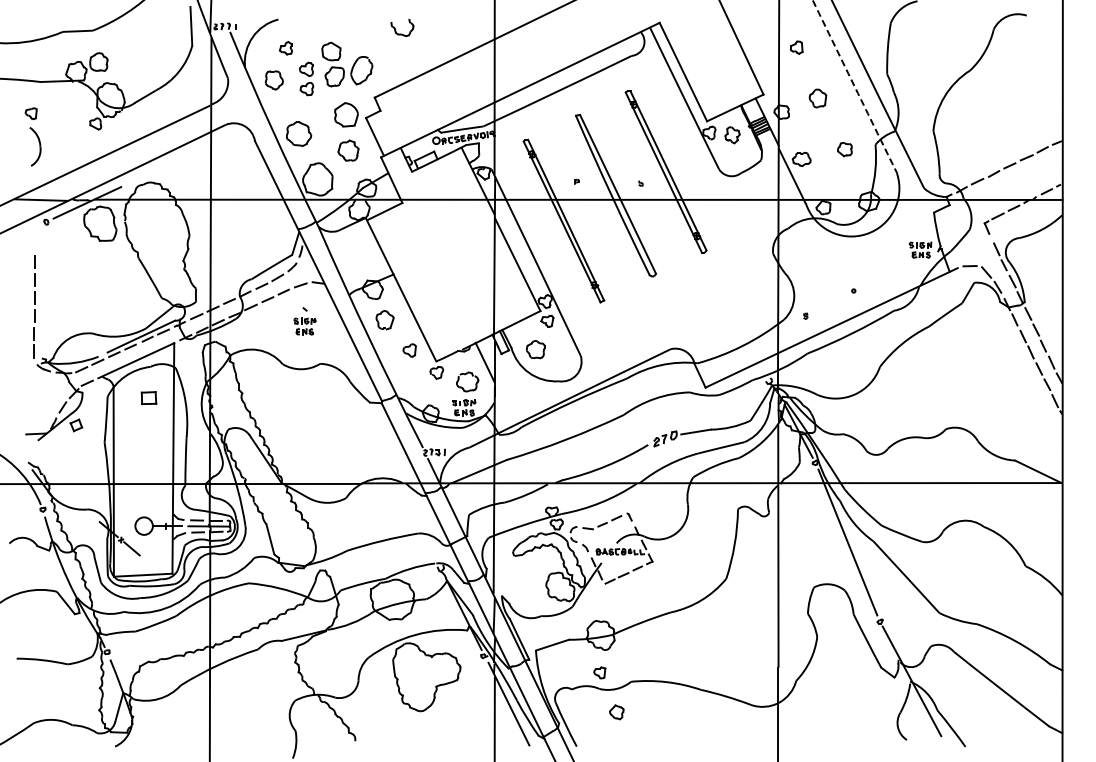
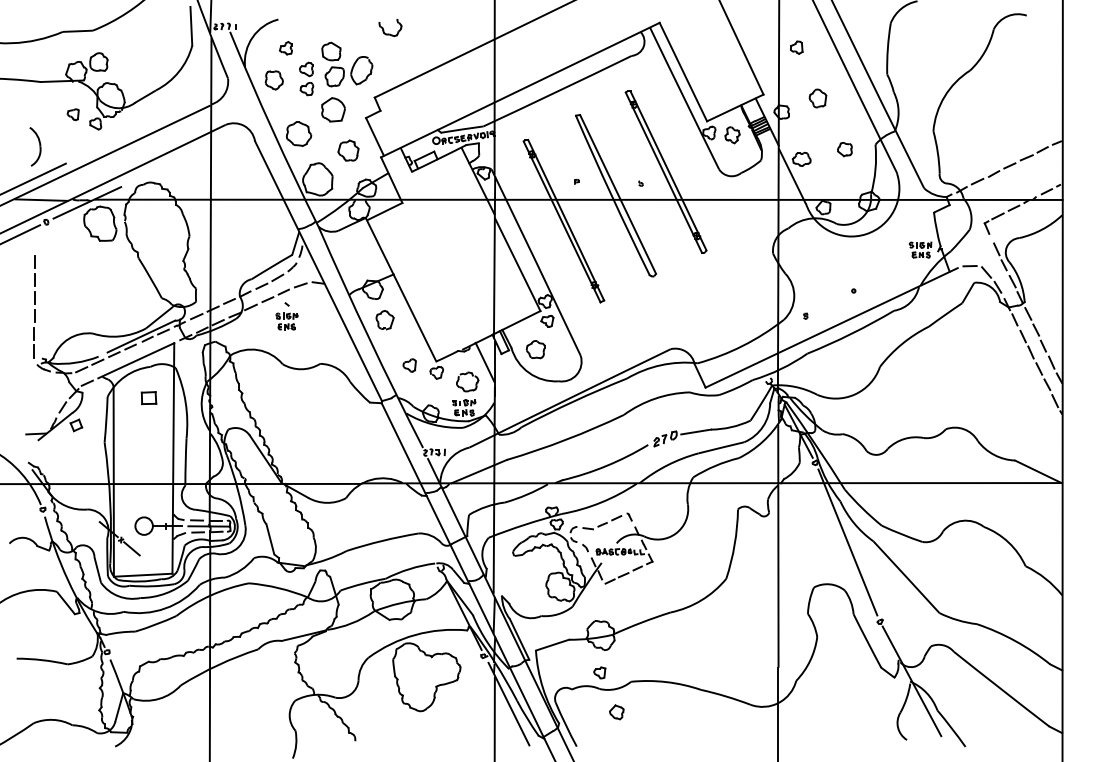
part at (402, 27) position: (402, 27) -> (390, 27)
arc at (855, 87): dashed -> solid
part at (30, 113) position: (30, 113) -> (72, 114)
part at (346, 114) position: (346, 114) -> (333, 109)
line at (33, 178): none -> present
line at (21, 234): none -> present
part at (304, 321) position: (304, 321) -> (286, 316)
part at (409, 350) position: (409, 350) -> (409, 365)
